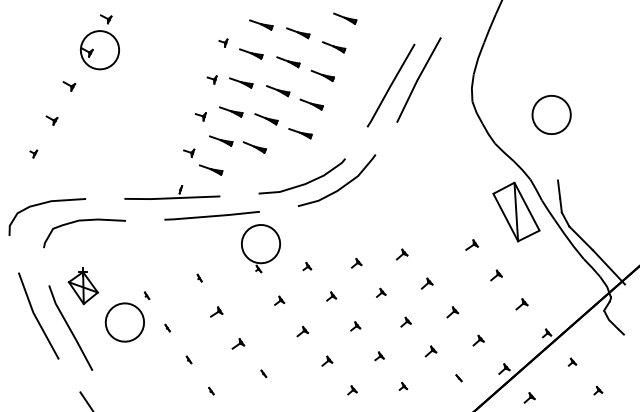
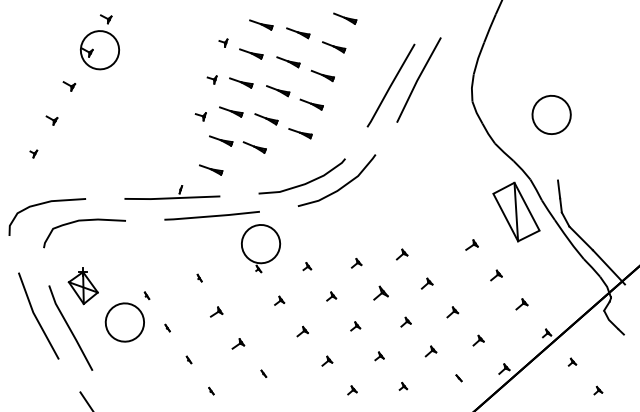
part at (189, 152): present -> none
part at (381, 292) size: 11x11 px -> 16x16 px
part at (529, 397): present -> none
